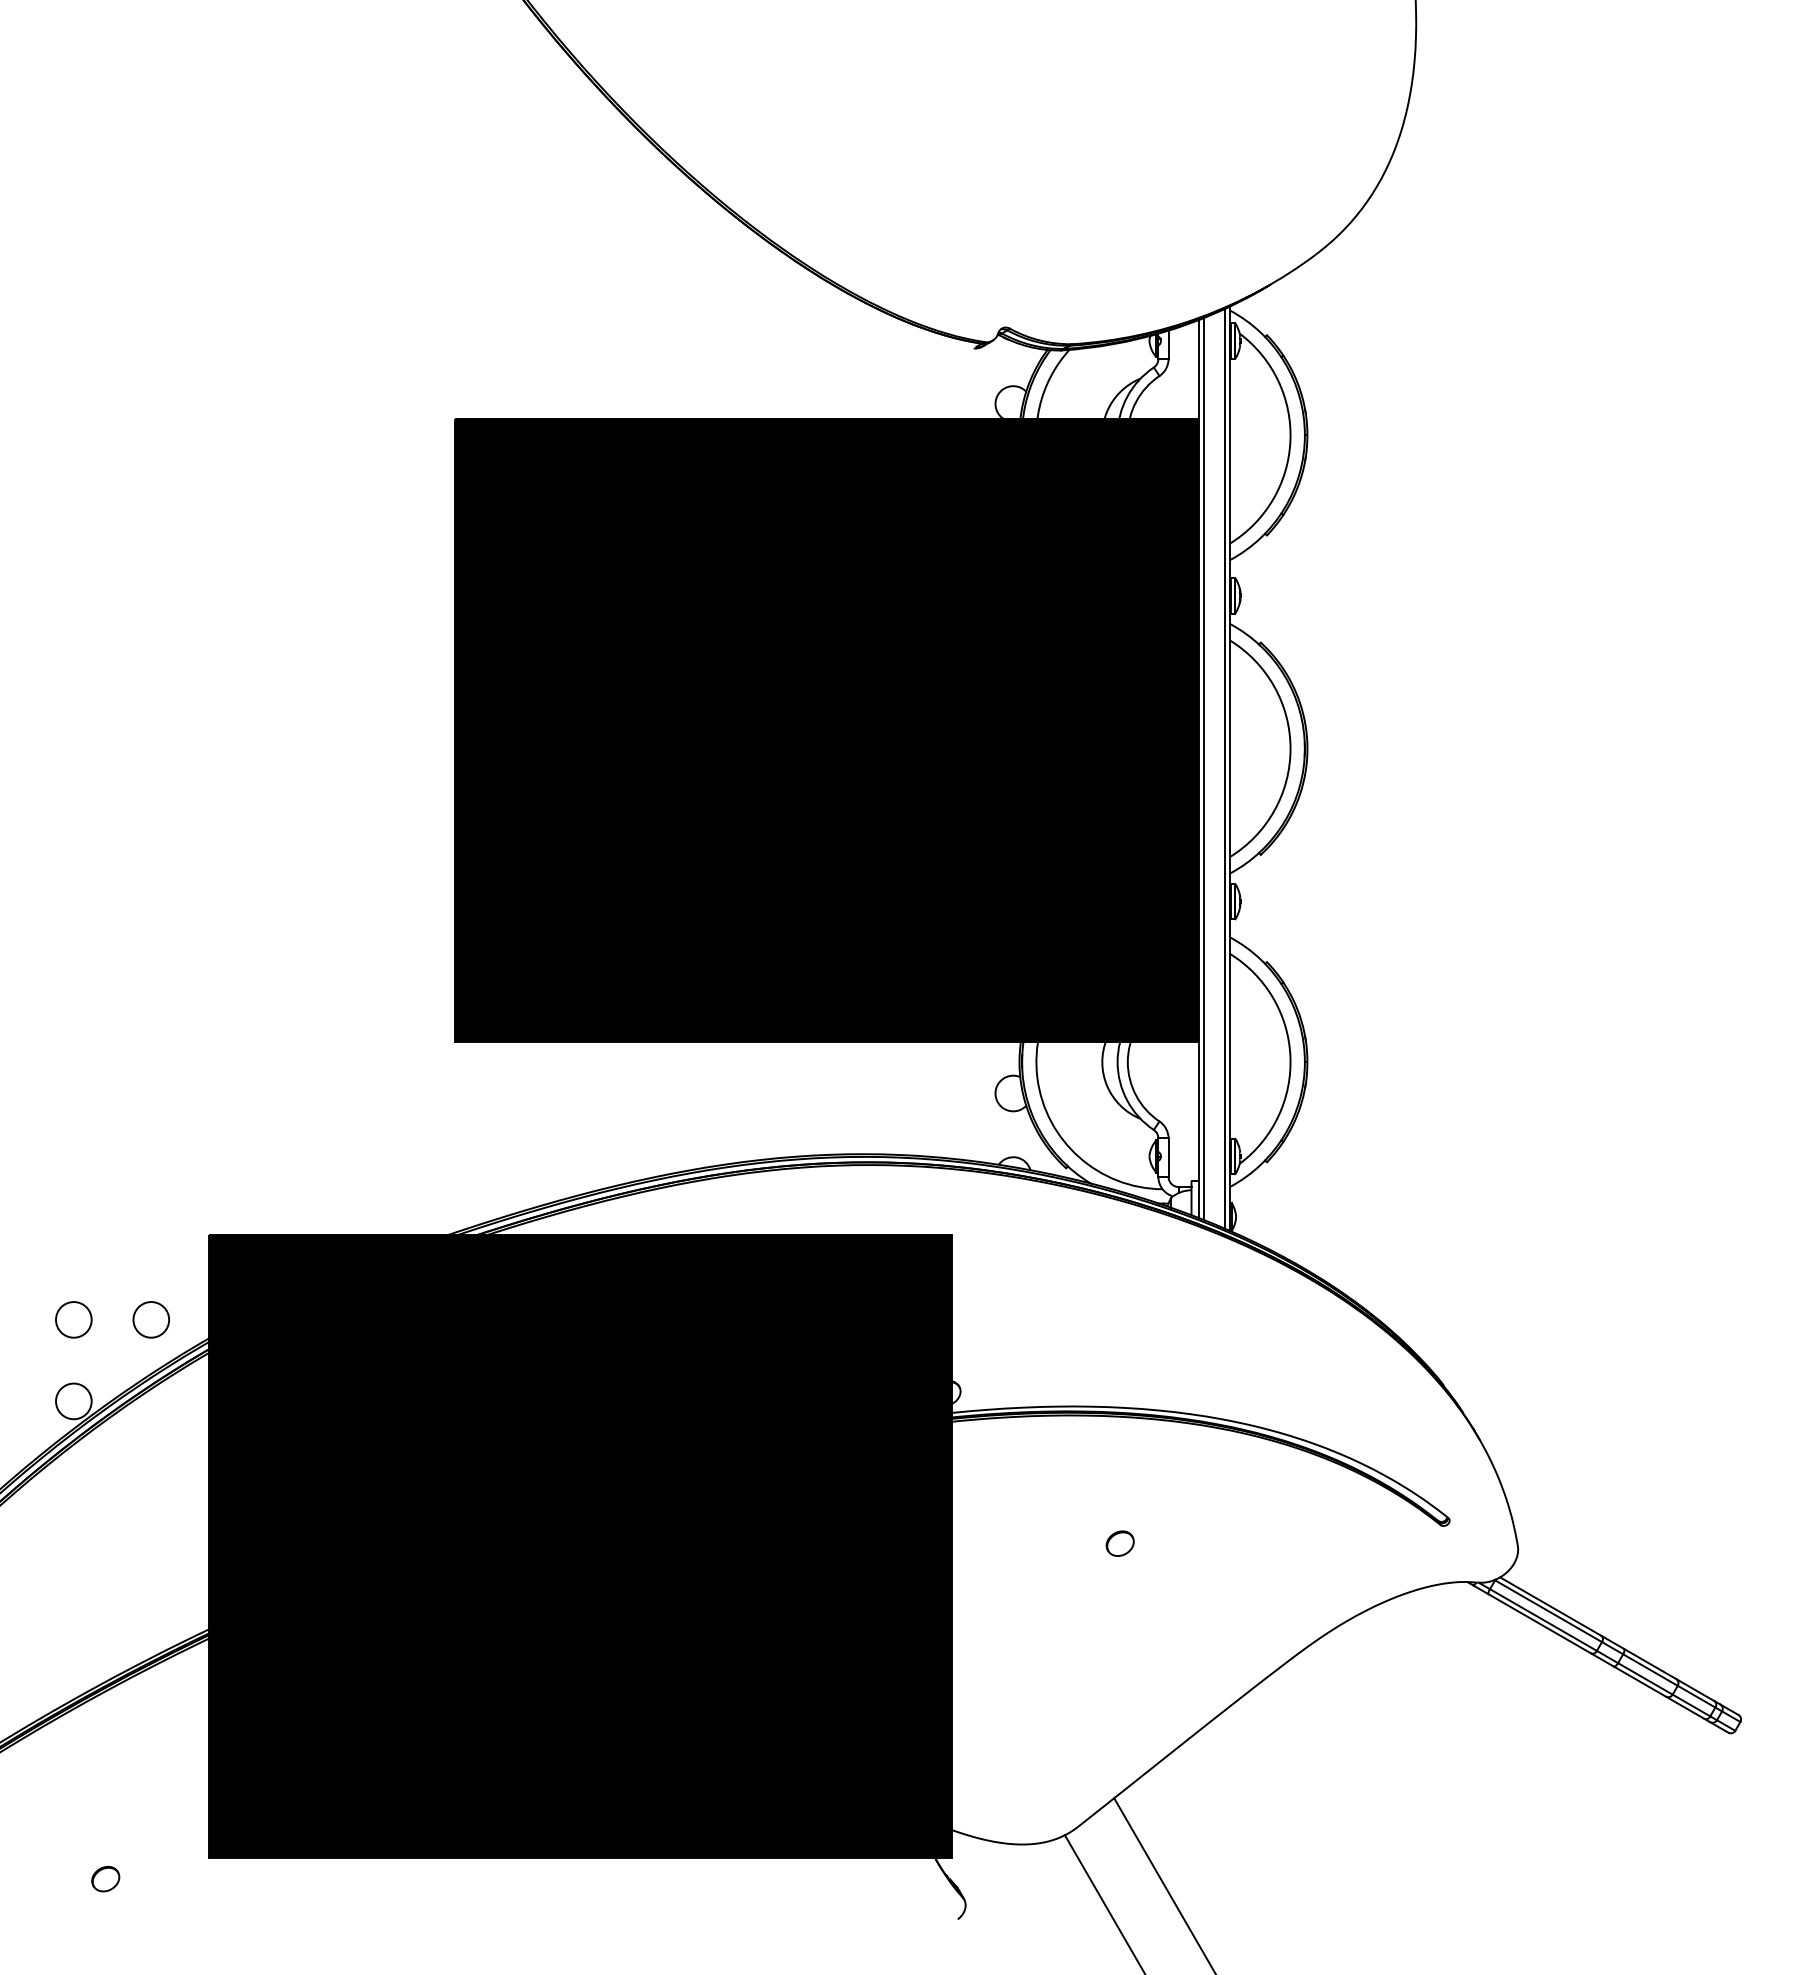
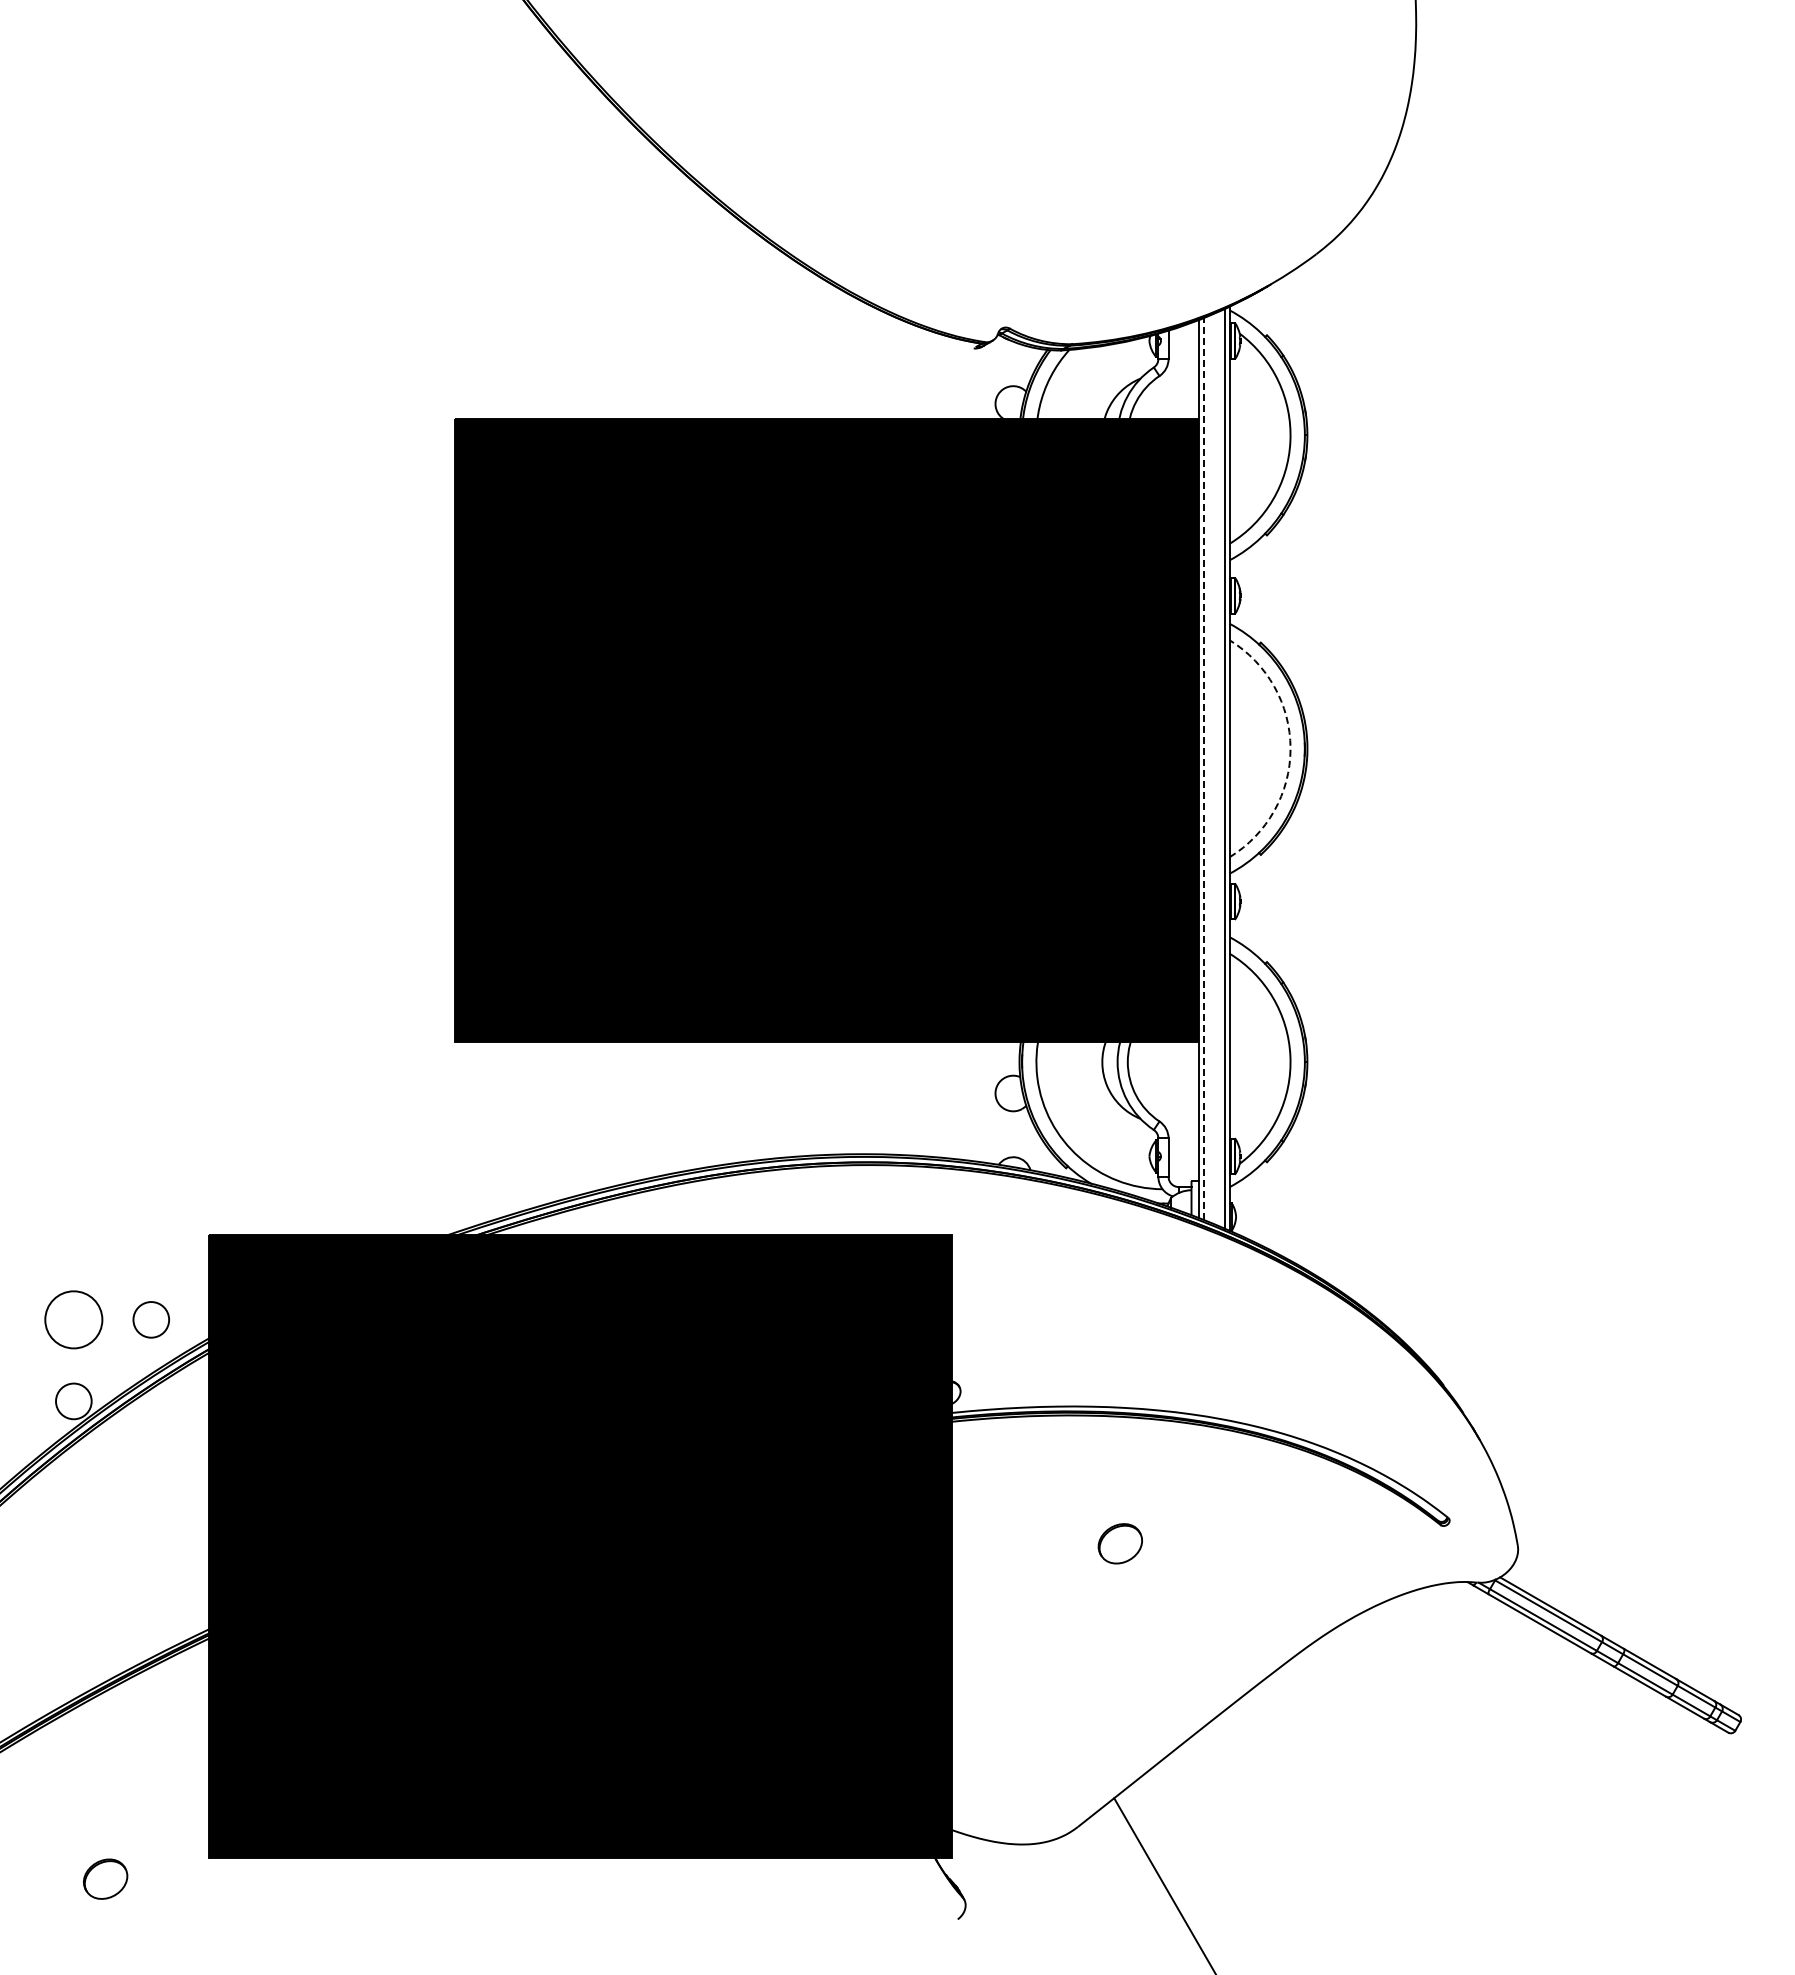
arc at (1290, 748): solid -> dashed
line at (1204, 768): solid -> dashed
circle at (73, 1319) diameter: 36 px -> 57 px
part at (1119, 1543) size: 30x27 px -> 47x42 px
part at (105, 1878) size: 30x28 px -> 46x42 px
line at (1103, 1903): present -> none
